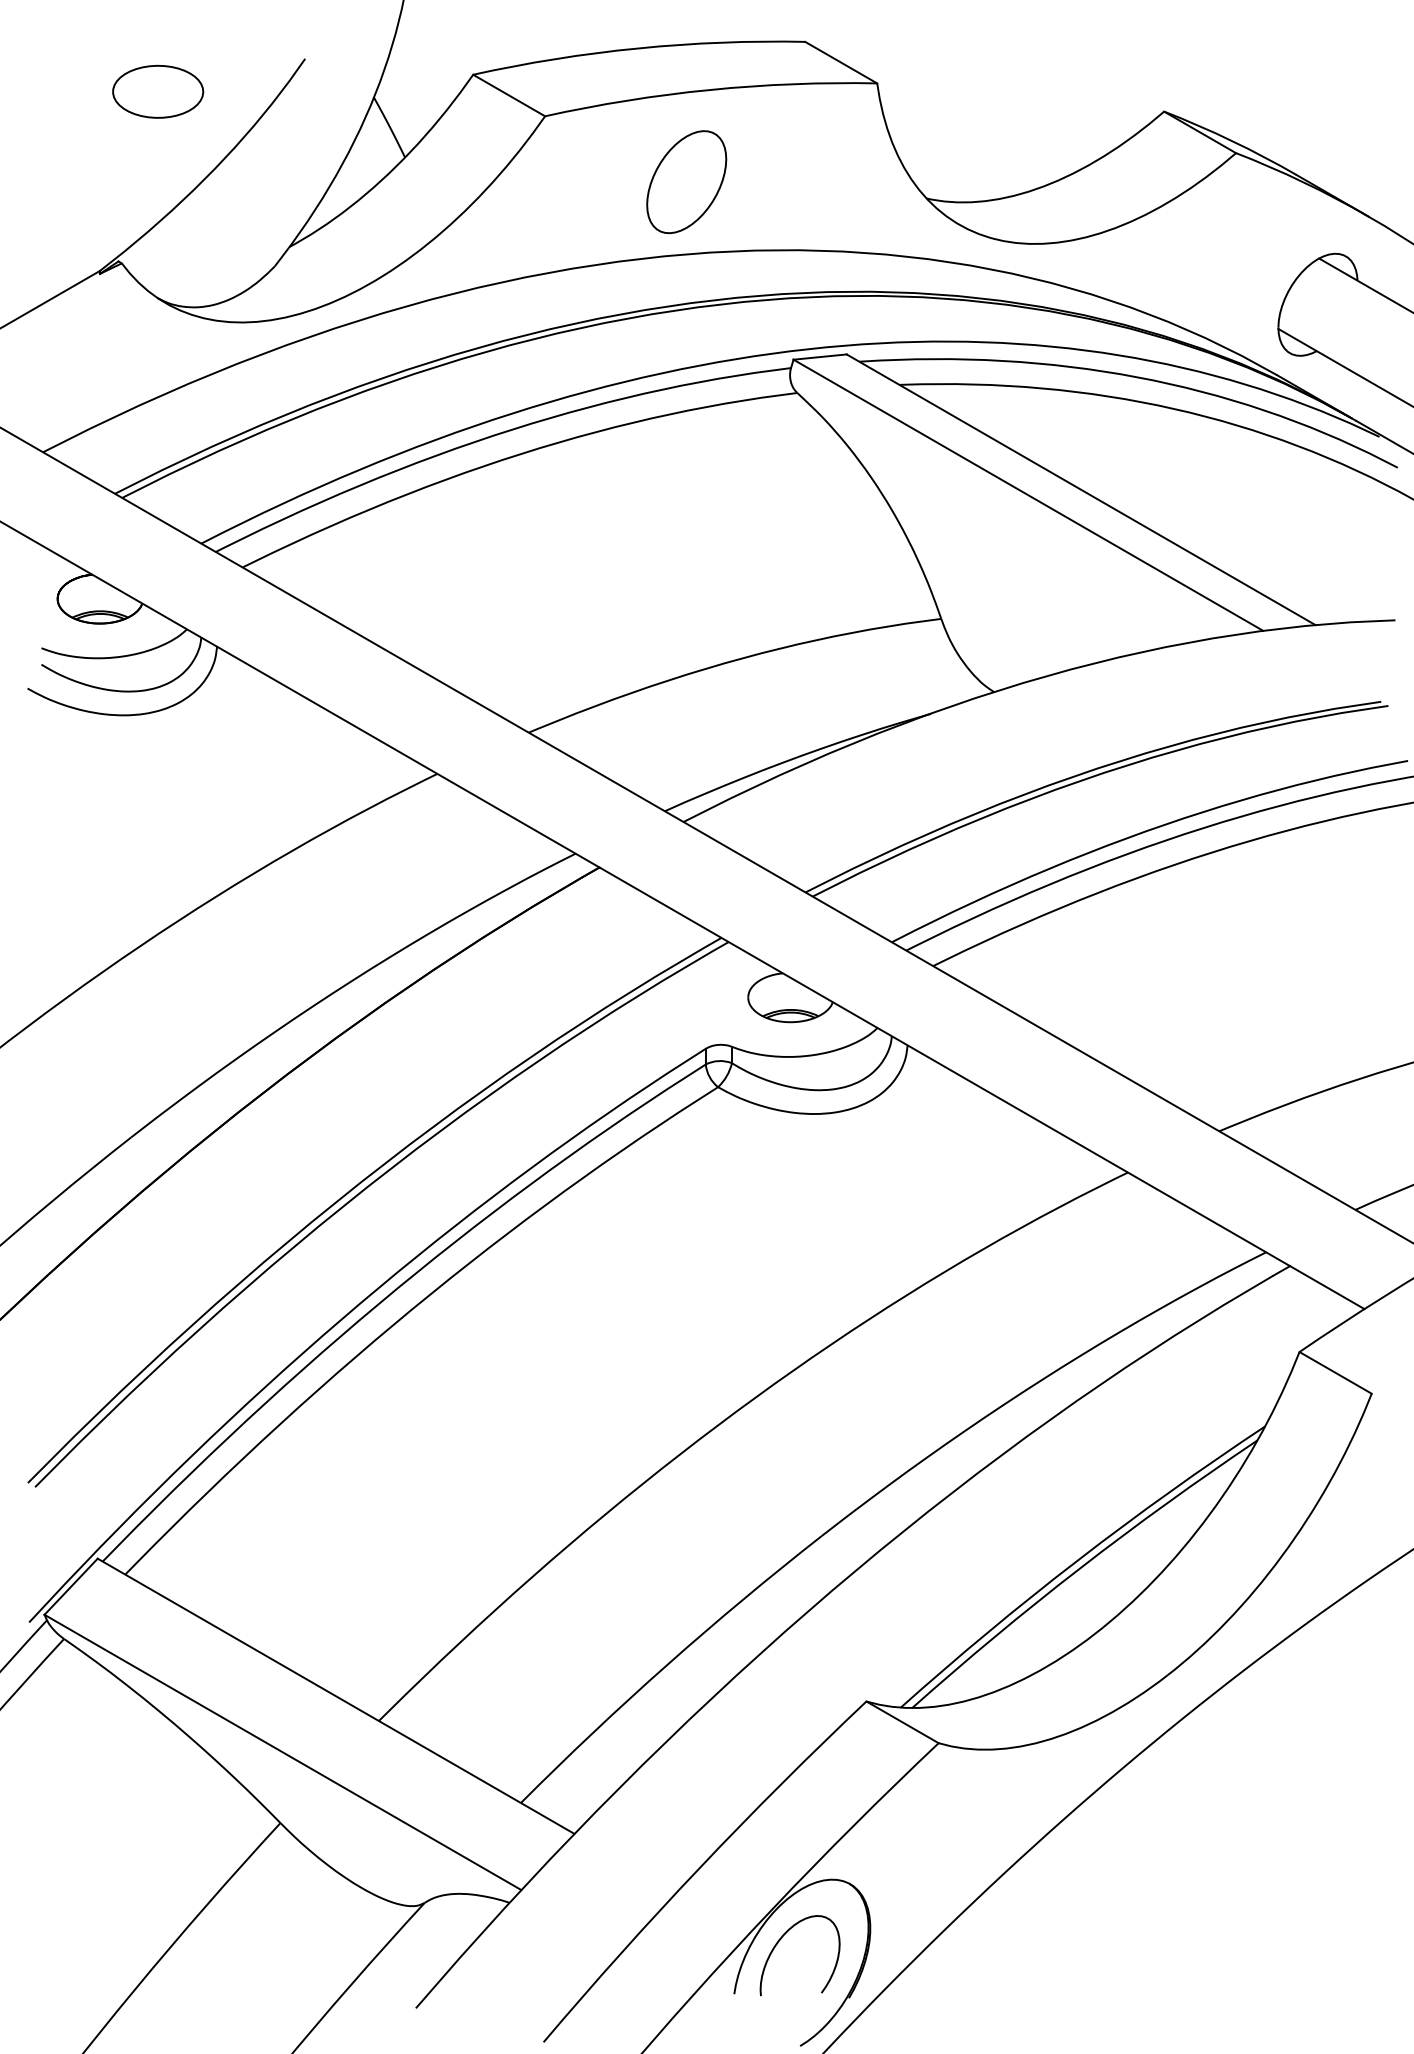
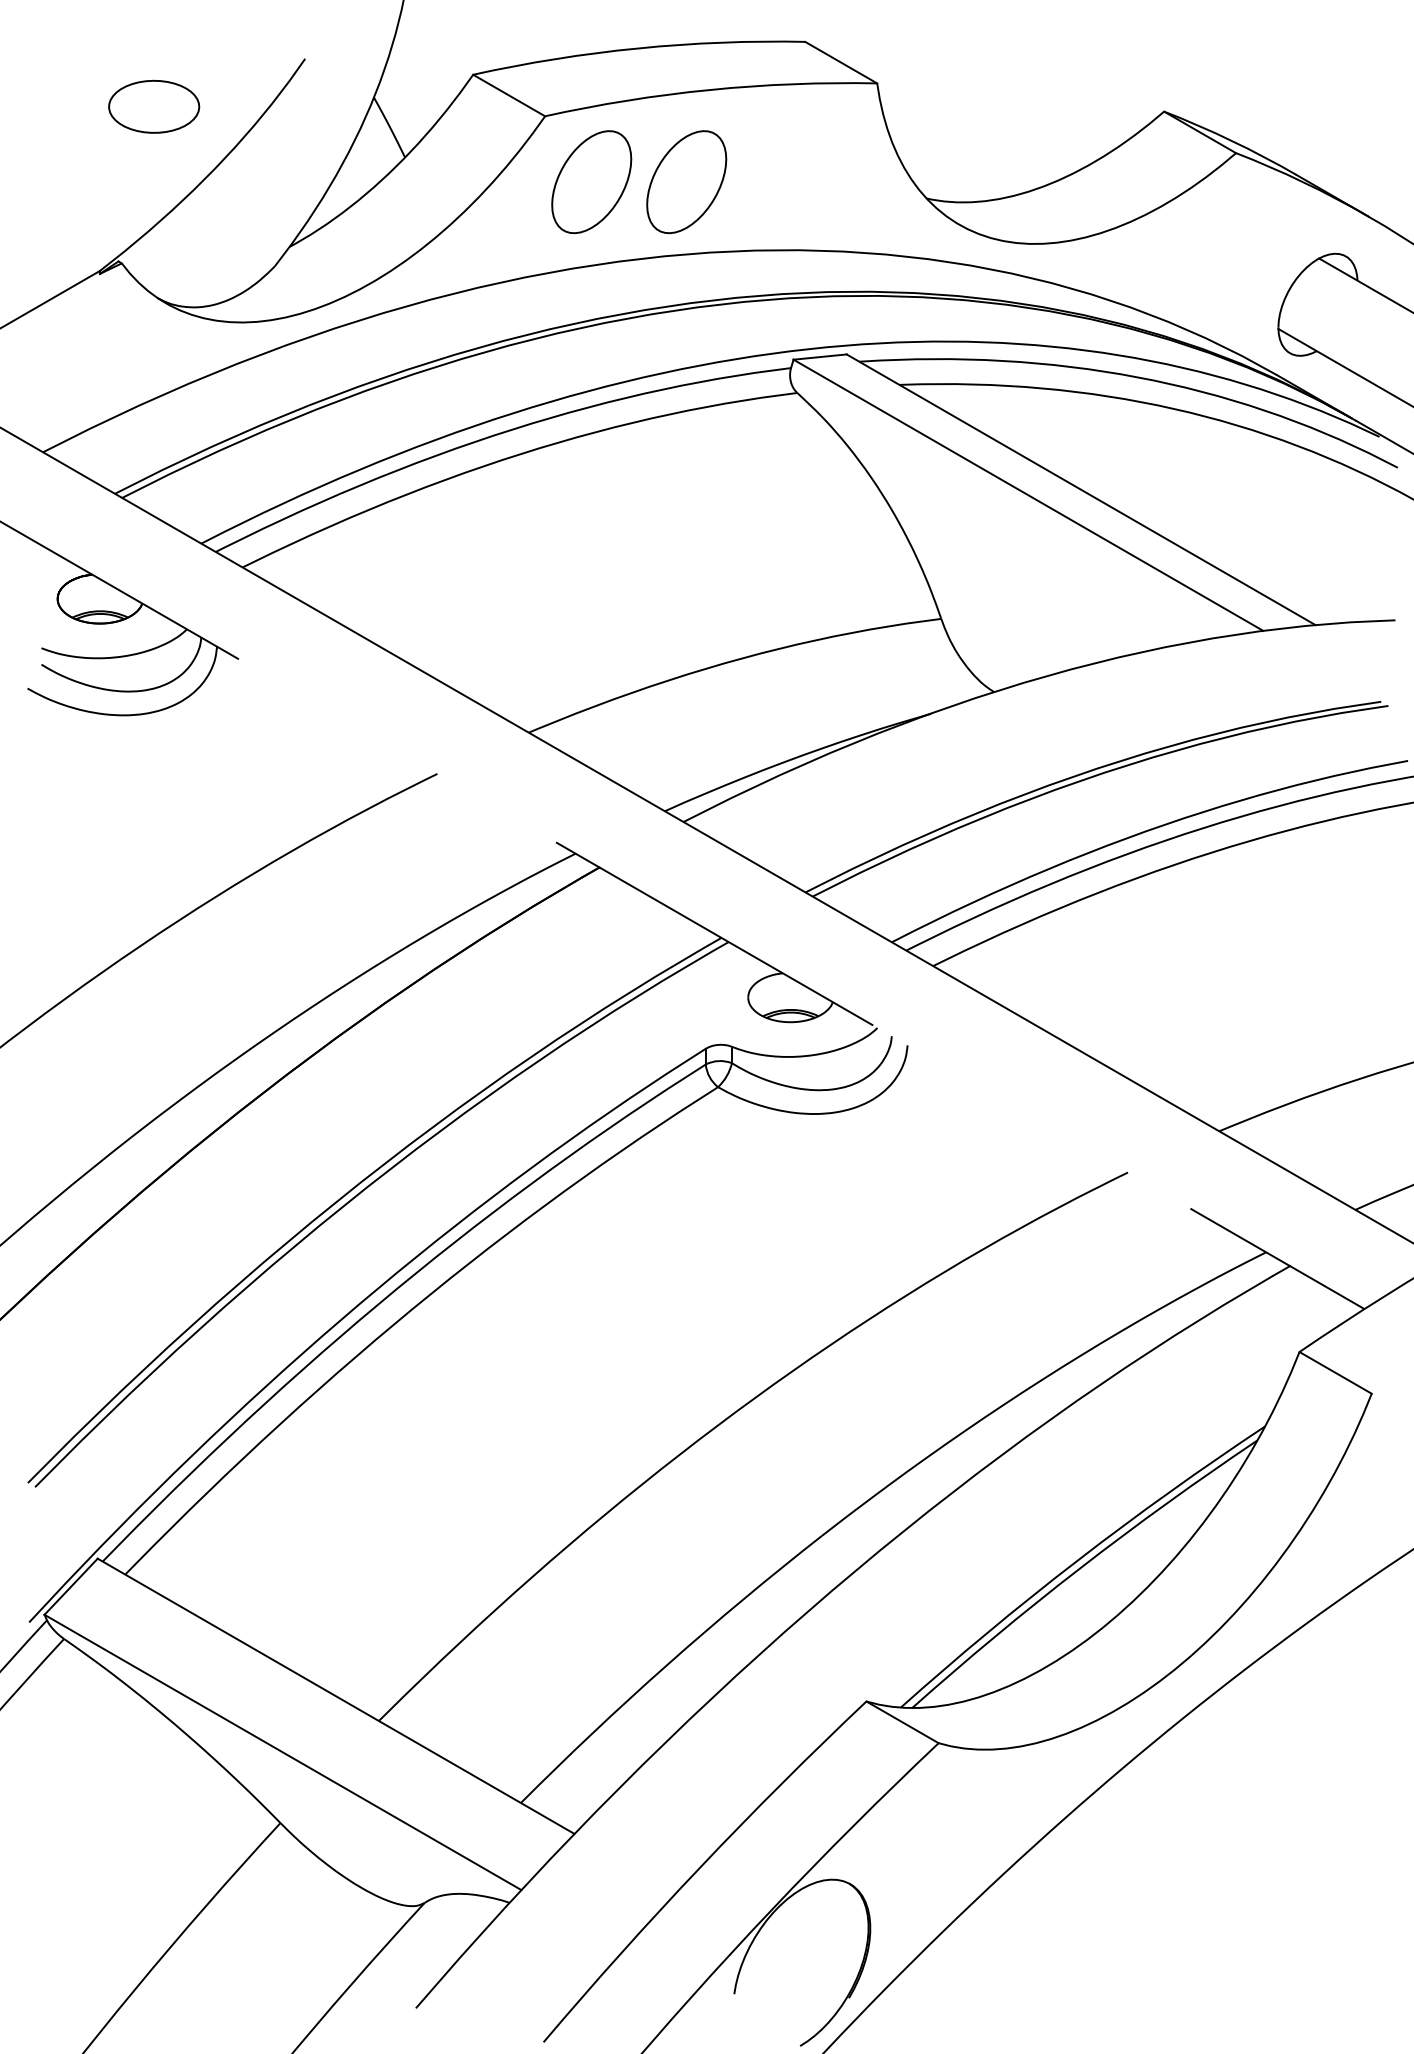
part at (158, 91) position: (158, 91) -> (154, 106)
part at (591, 182): none -> present
line at (683, 915): solid -> dashed
curve at (782, 1938): present -> none
